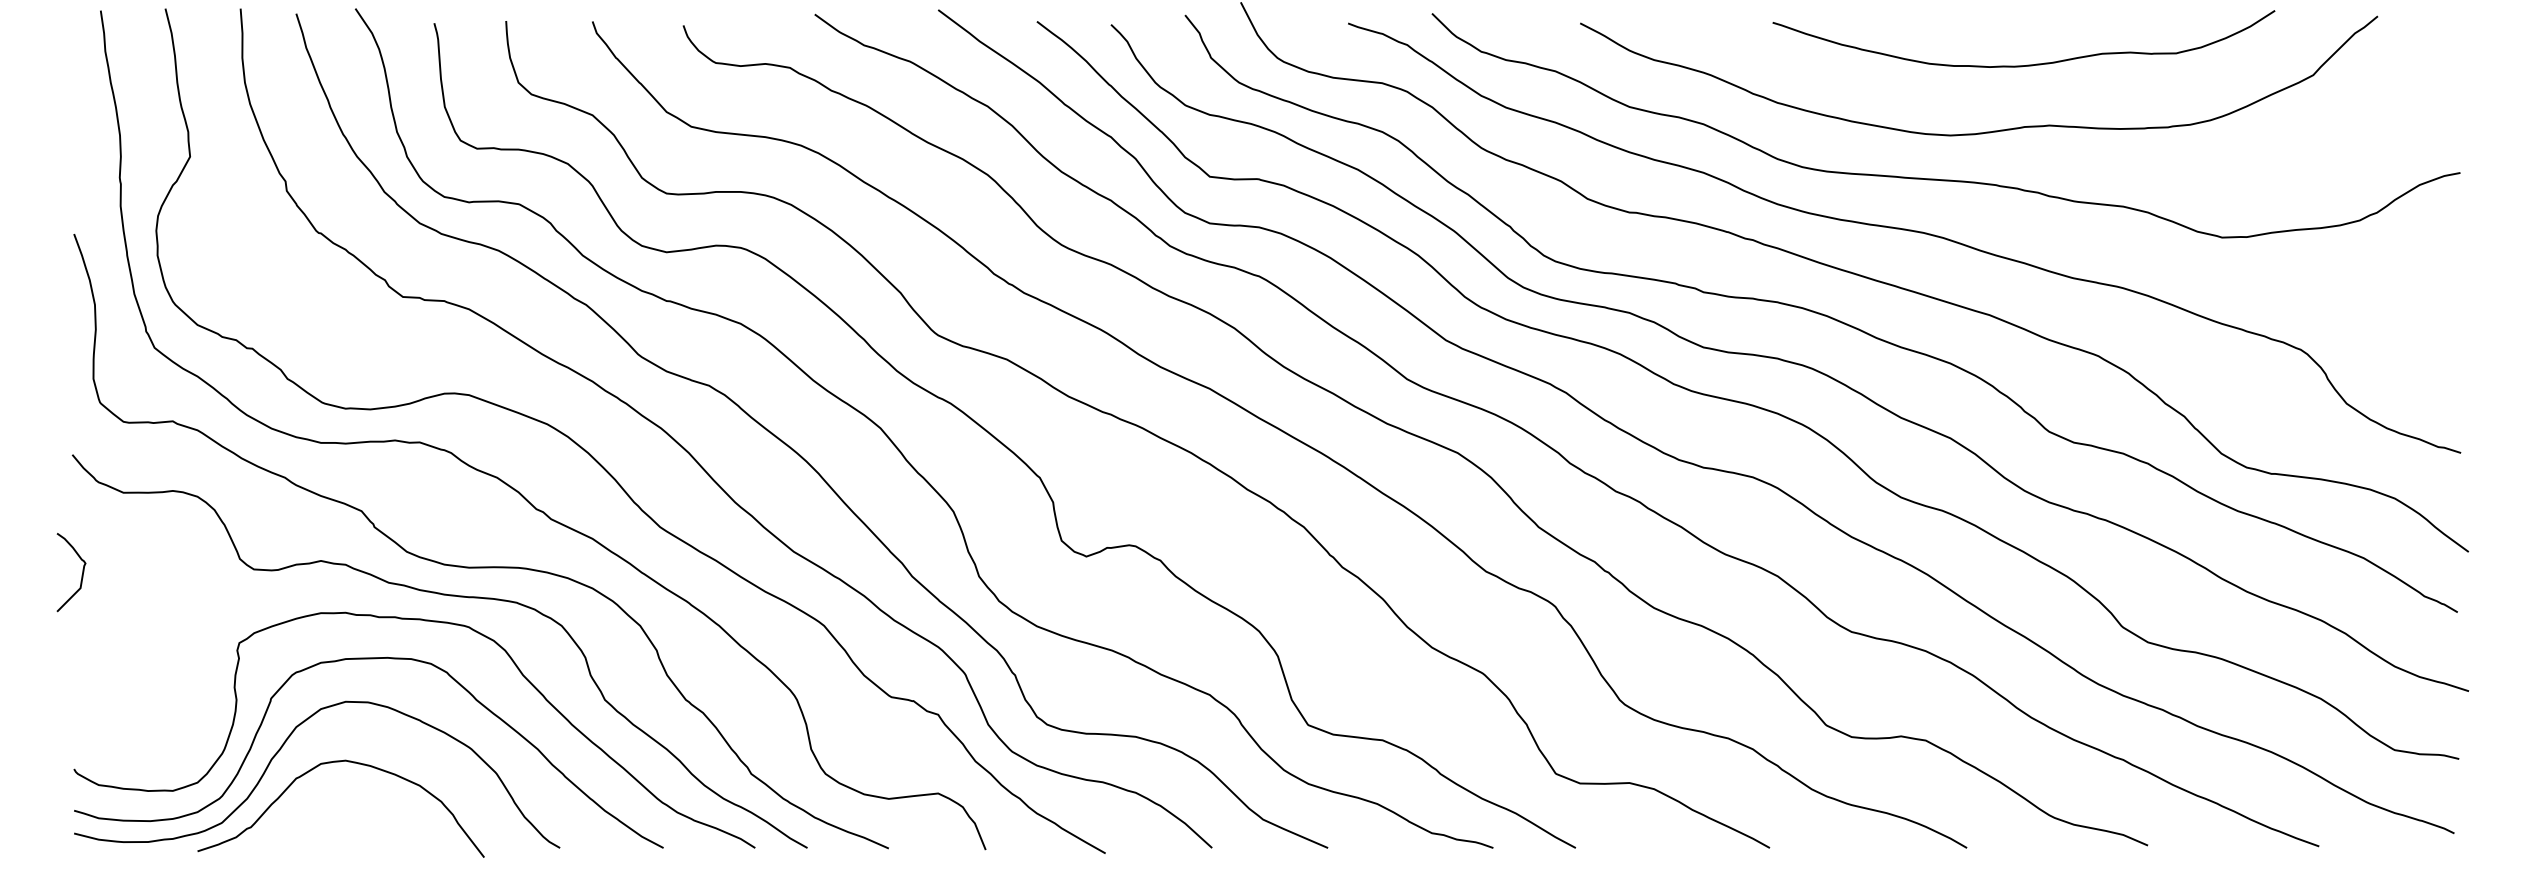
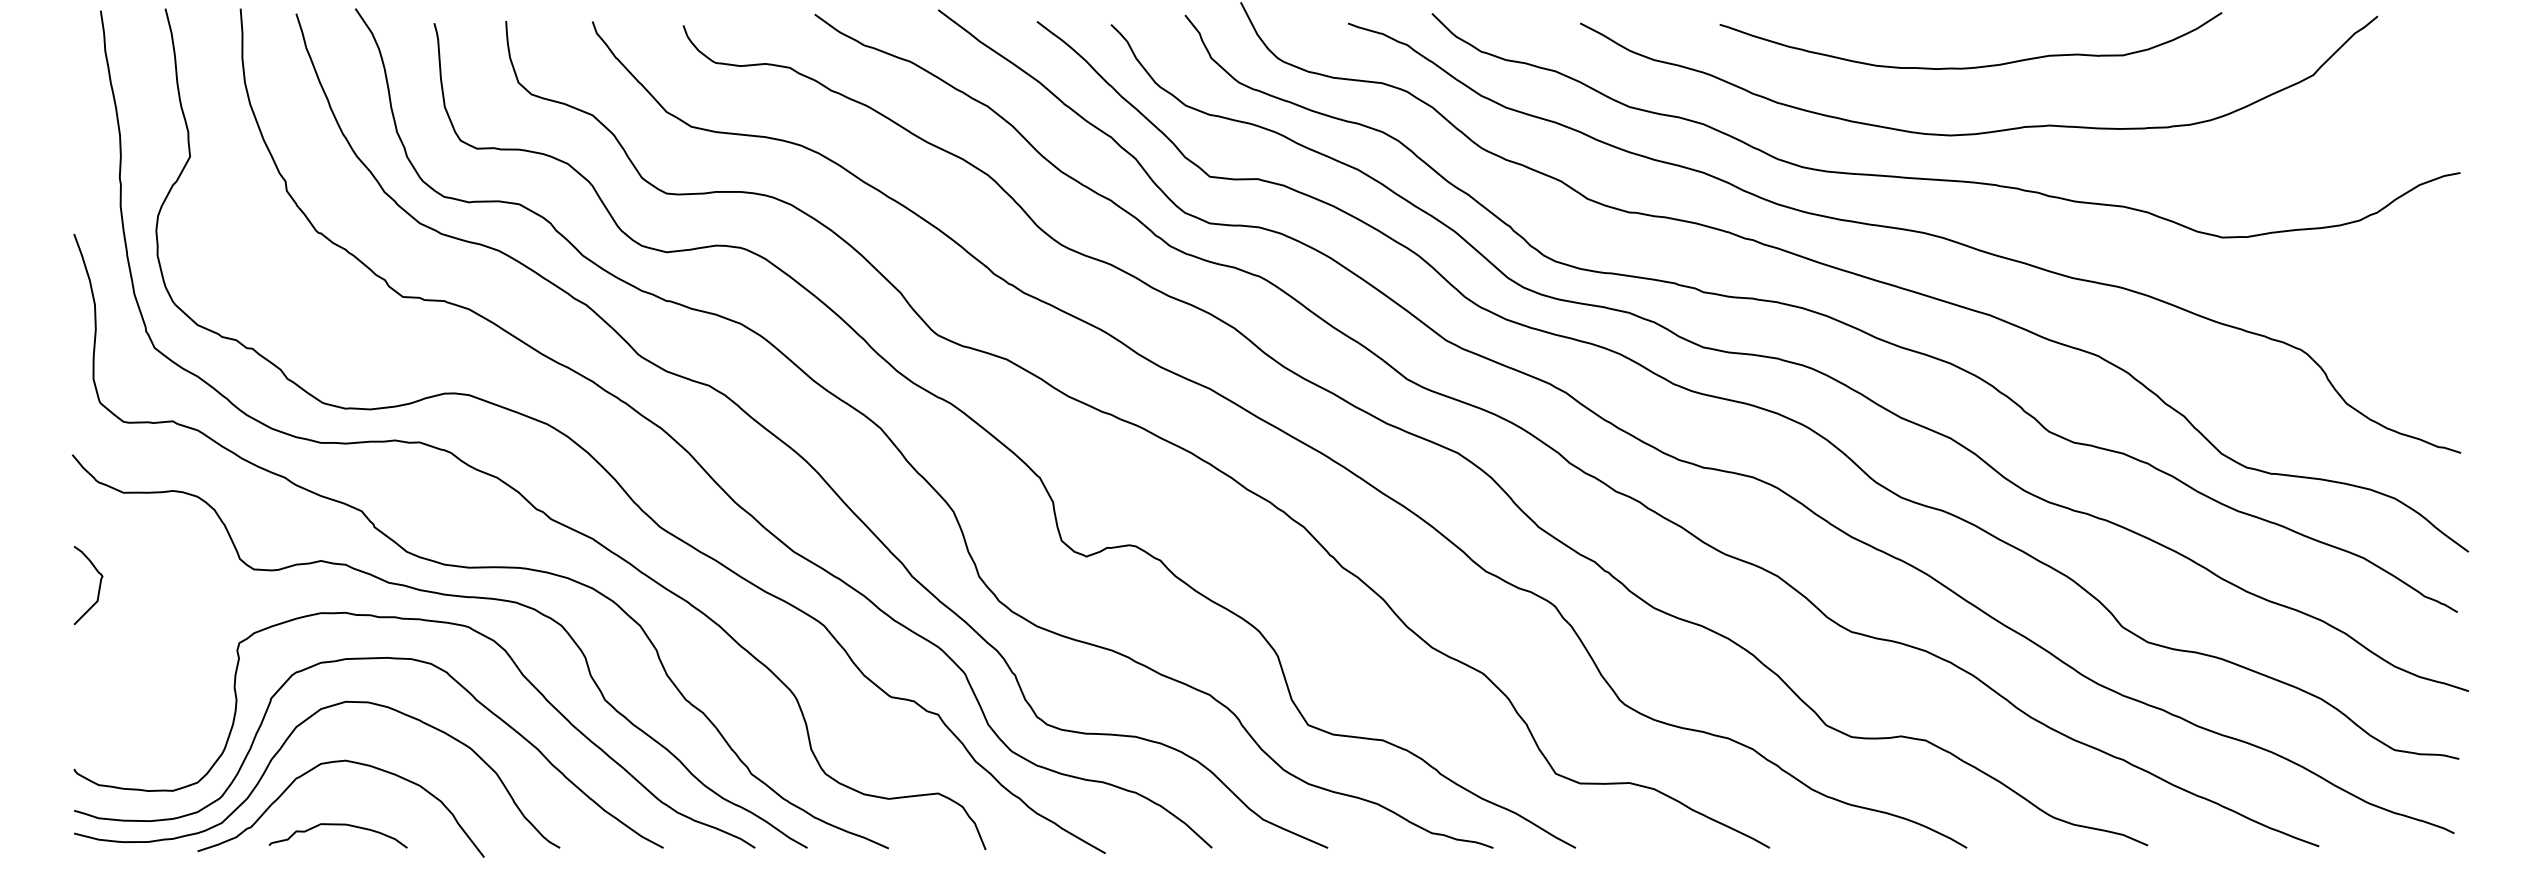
curve at (2027, 64) position: (2027, 64) -> (1974, 66)
curve at (81, 575) position: (81, 575) -> (98, 588)
curve at (337, 825): none -> present
